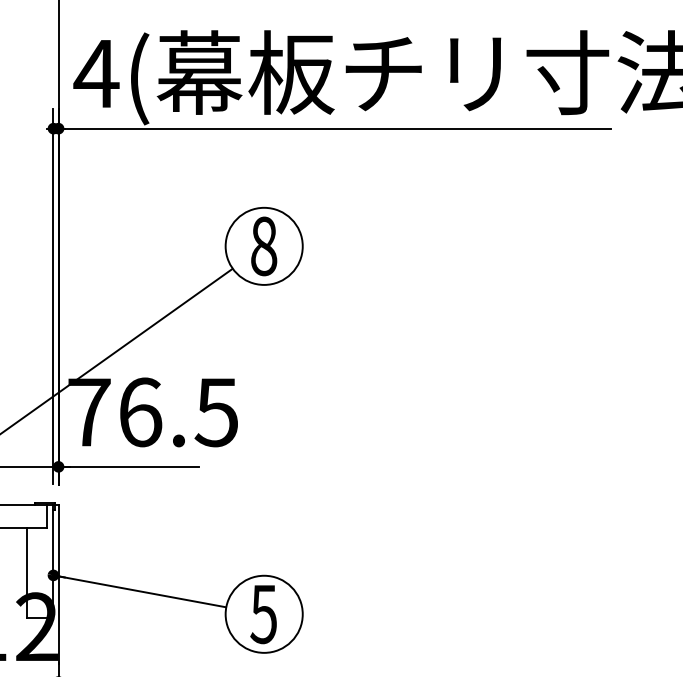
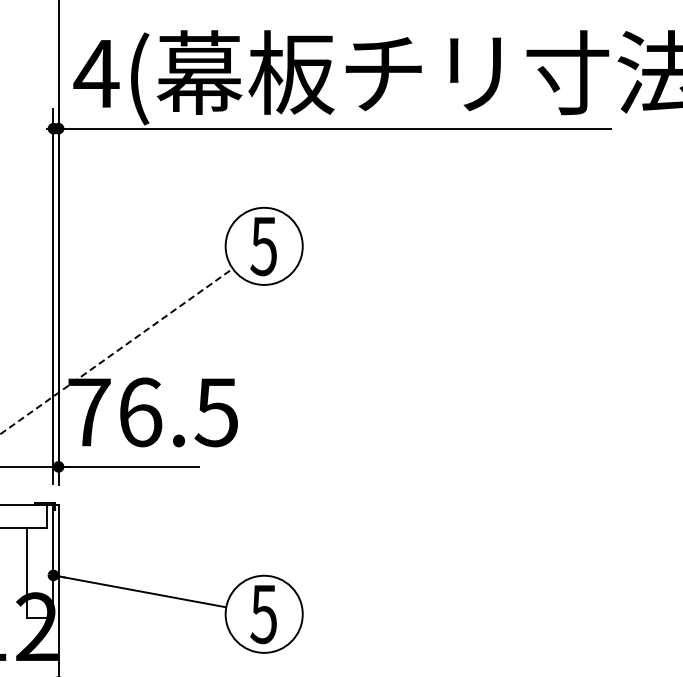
text at (263, 246): 8 -> 5
line at (116, 351): solid -> dashed
